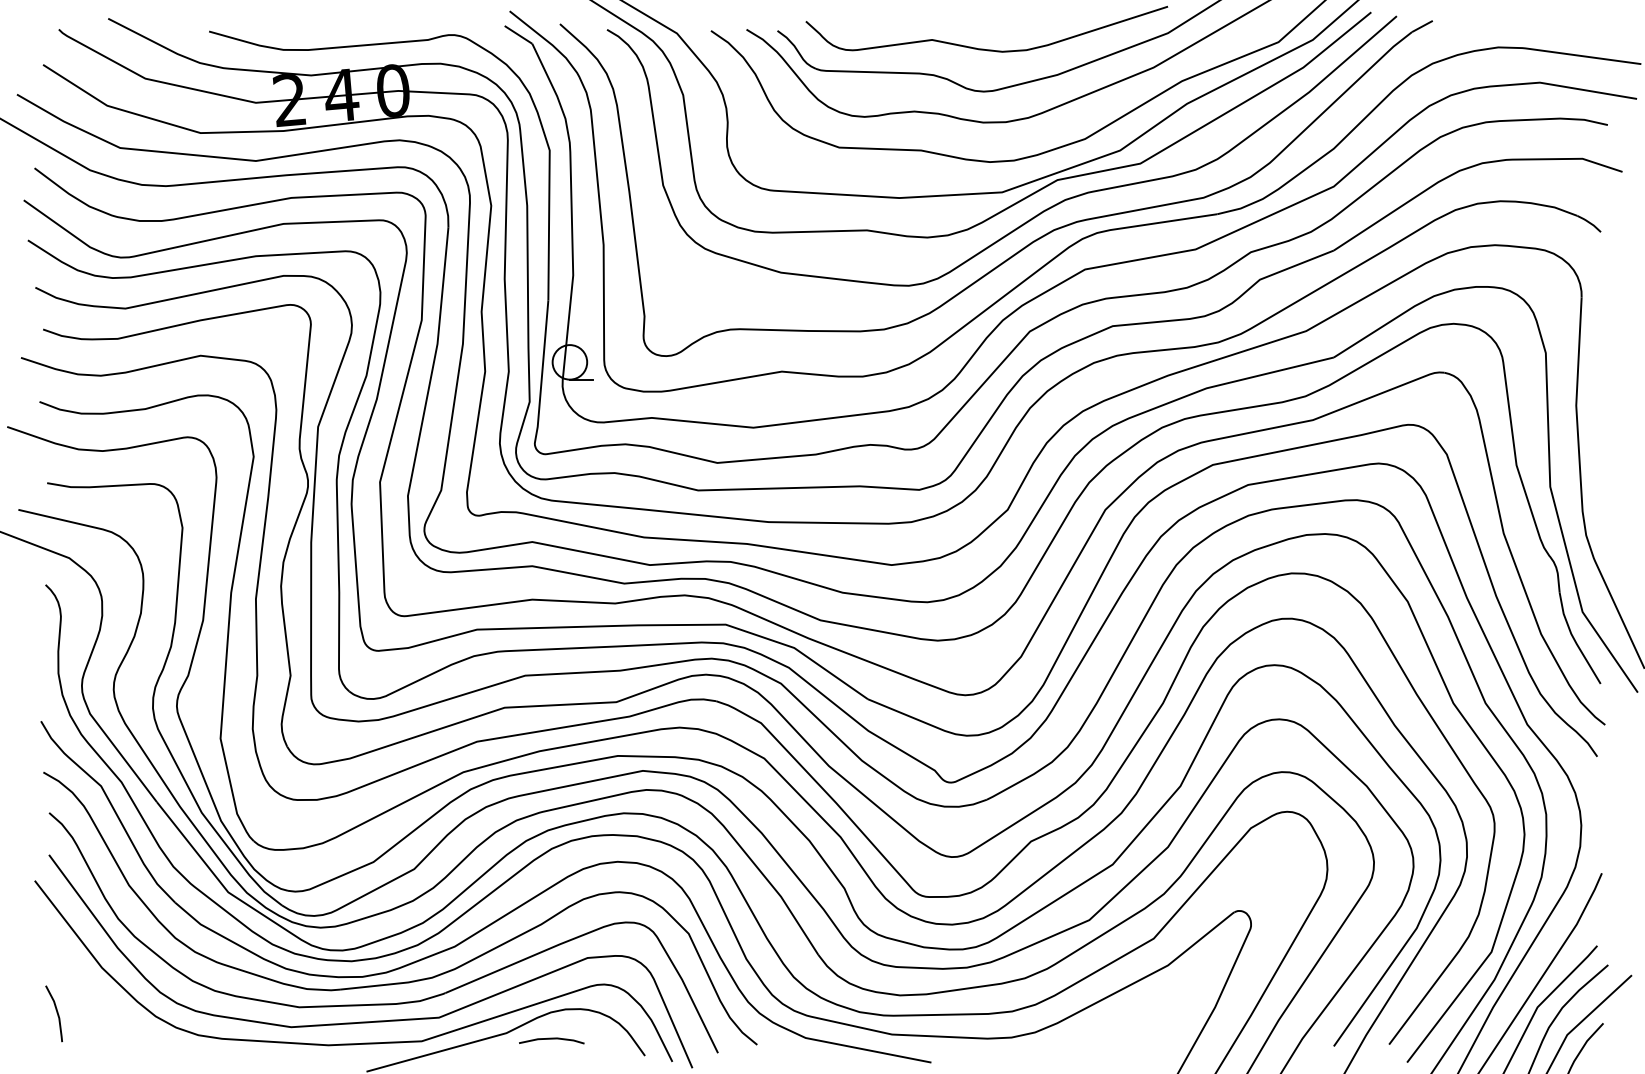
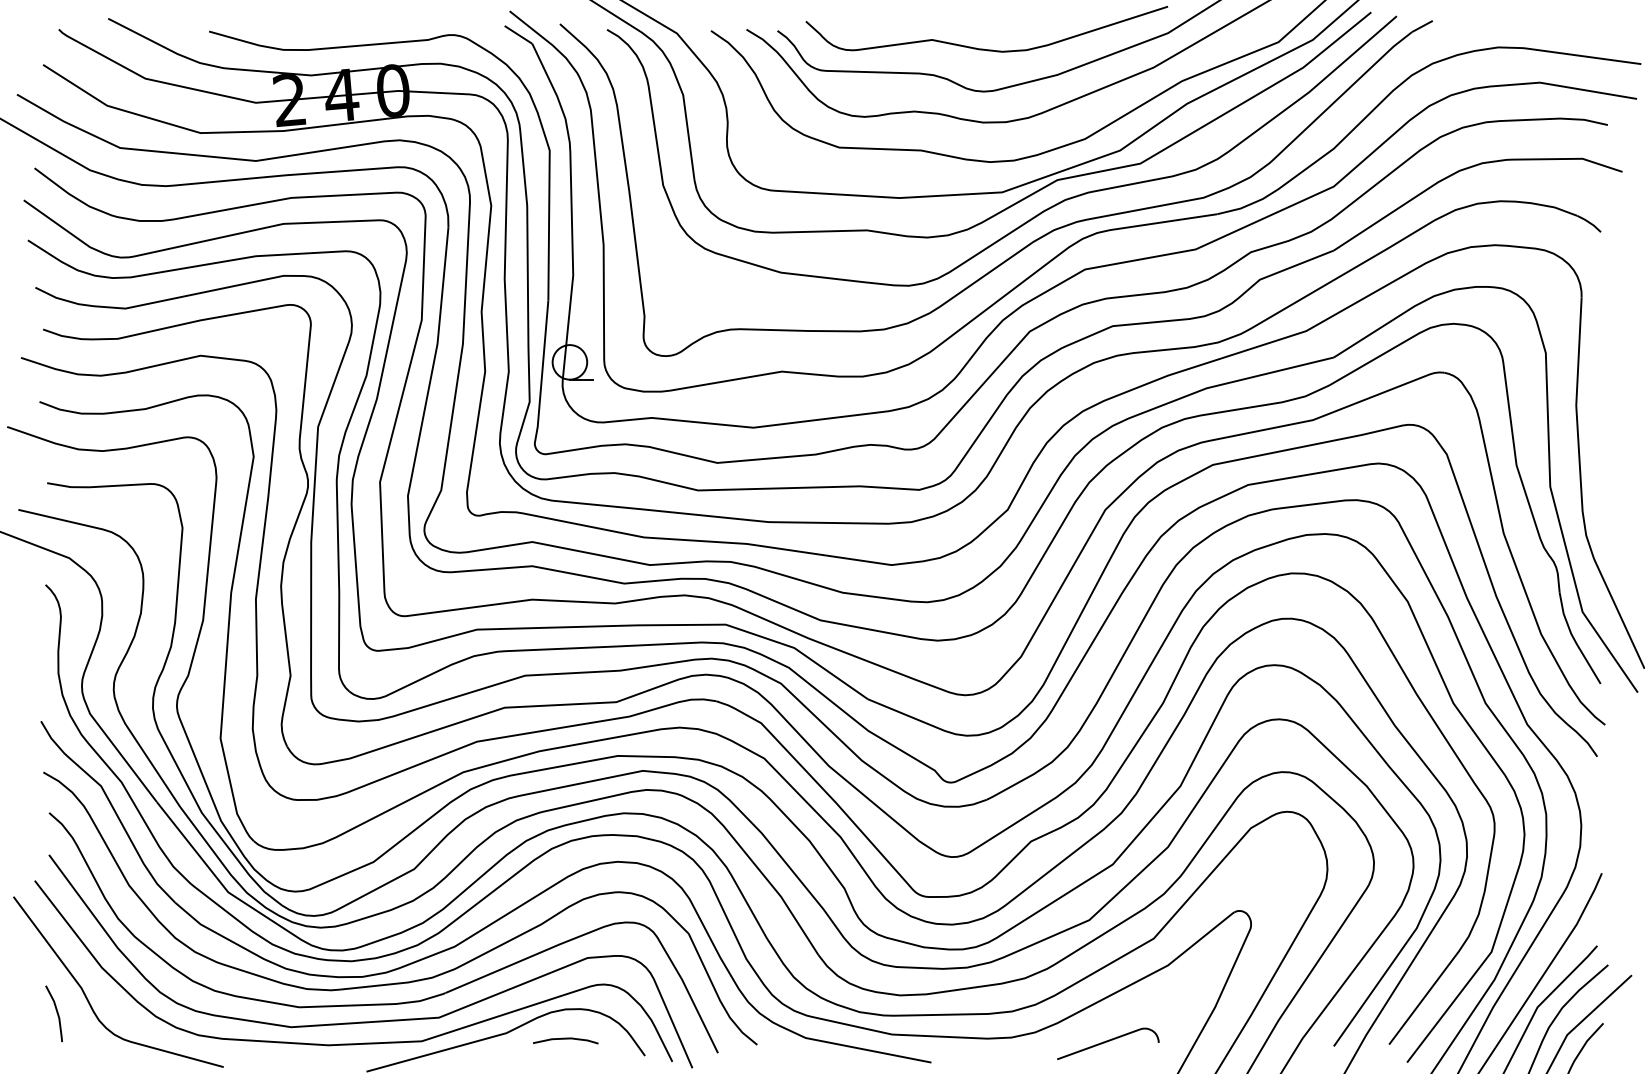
curve at (87, 997): none -> present
line at (551, 1039) position: (551, 1039) -> (565, 1039)
curve at (1107, 1042): none -> present
